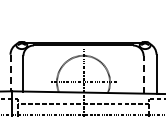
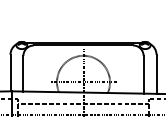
line at (10, 73): dashed -> solid
line at (143, 74): dashed -> solid
